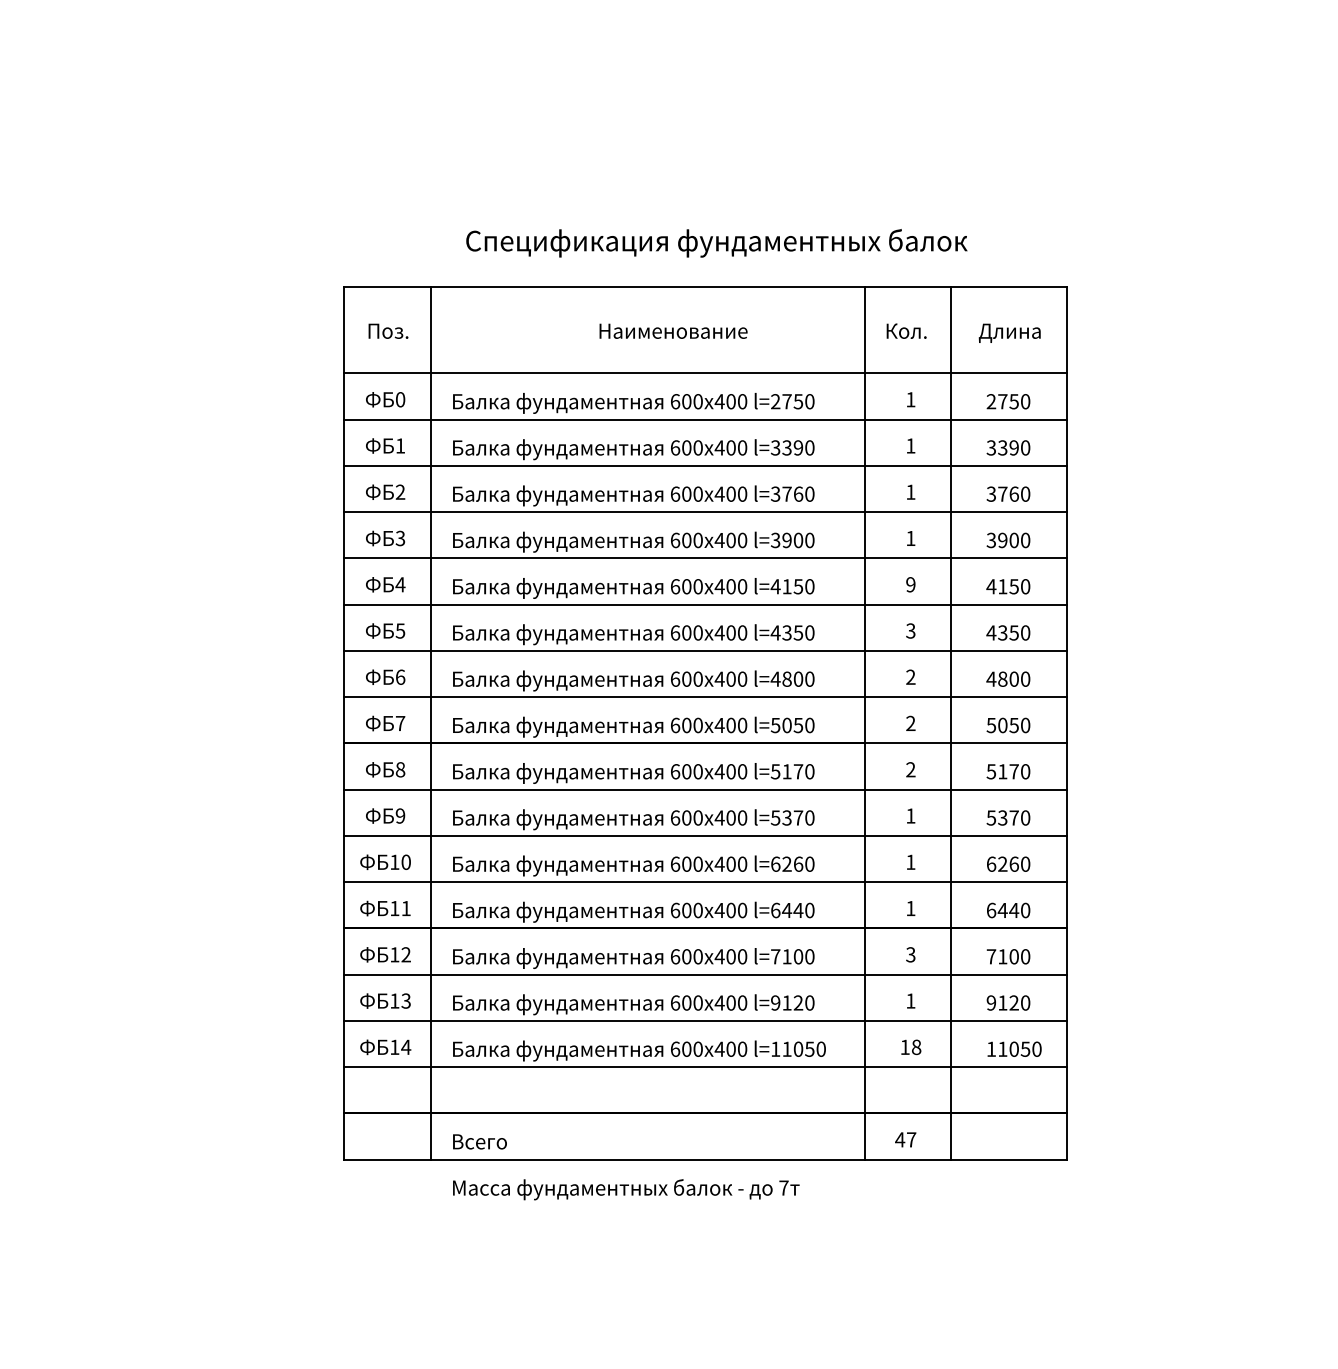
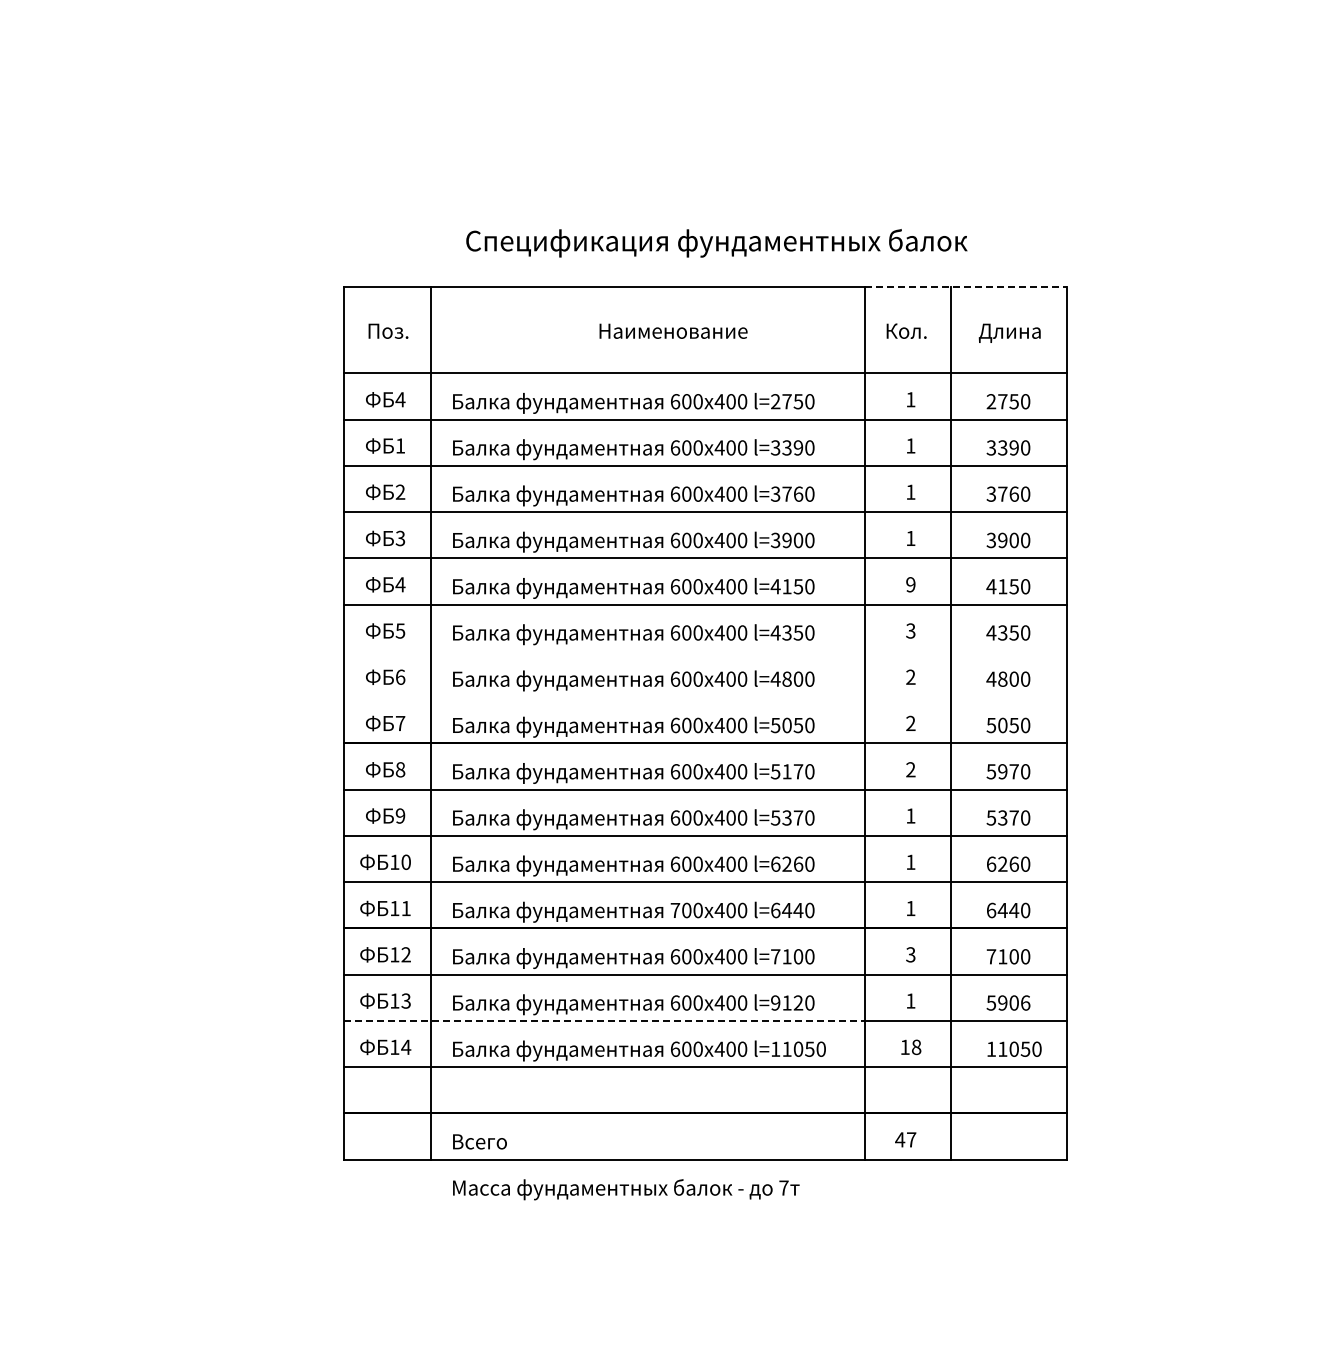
line at (966, 286): solid -> dashed
text at (400, 399): 0 -> 4
line at (705, 650): present -> none
line at (705, 697): present -> none
text at (1002, 771): 5170 -> 5970
text at (675, 910): 600 -> 700
text at (1008, 1002): 9120 -> 5906
line at (604, 1020): solid -> dashed
